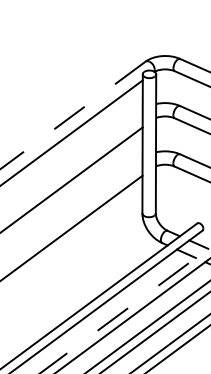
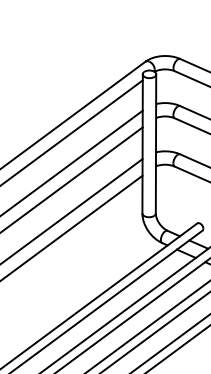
line at (72, 115): dashed -> solid
line at (72, 162): none -> present
line at (72, 210): none -> present
line at (125, 310): dashed -> solid
